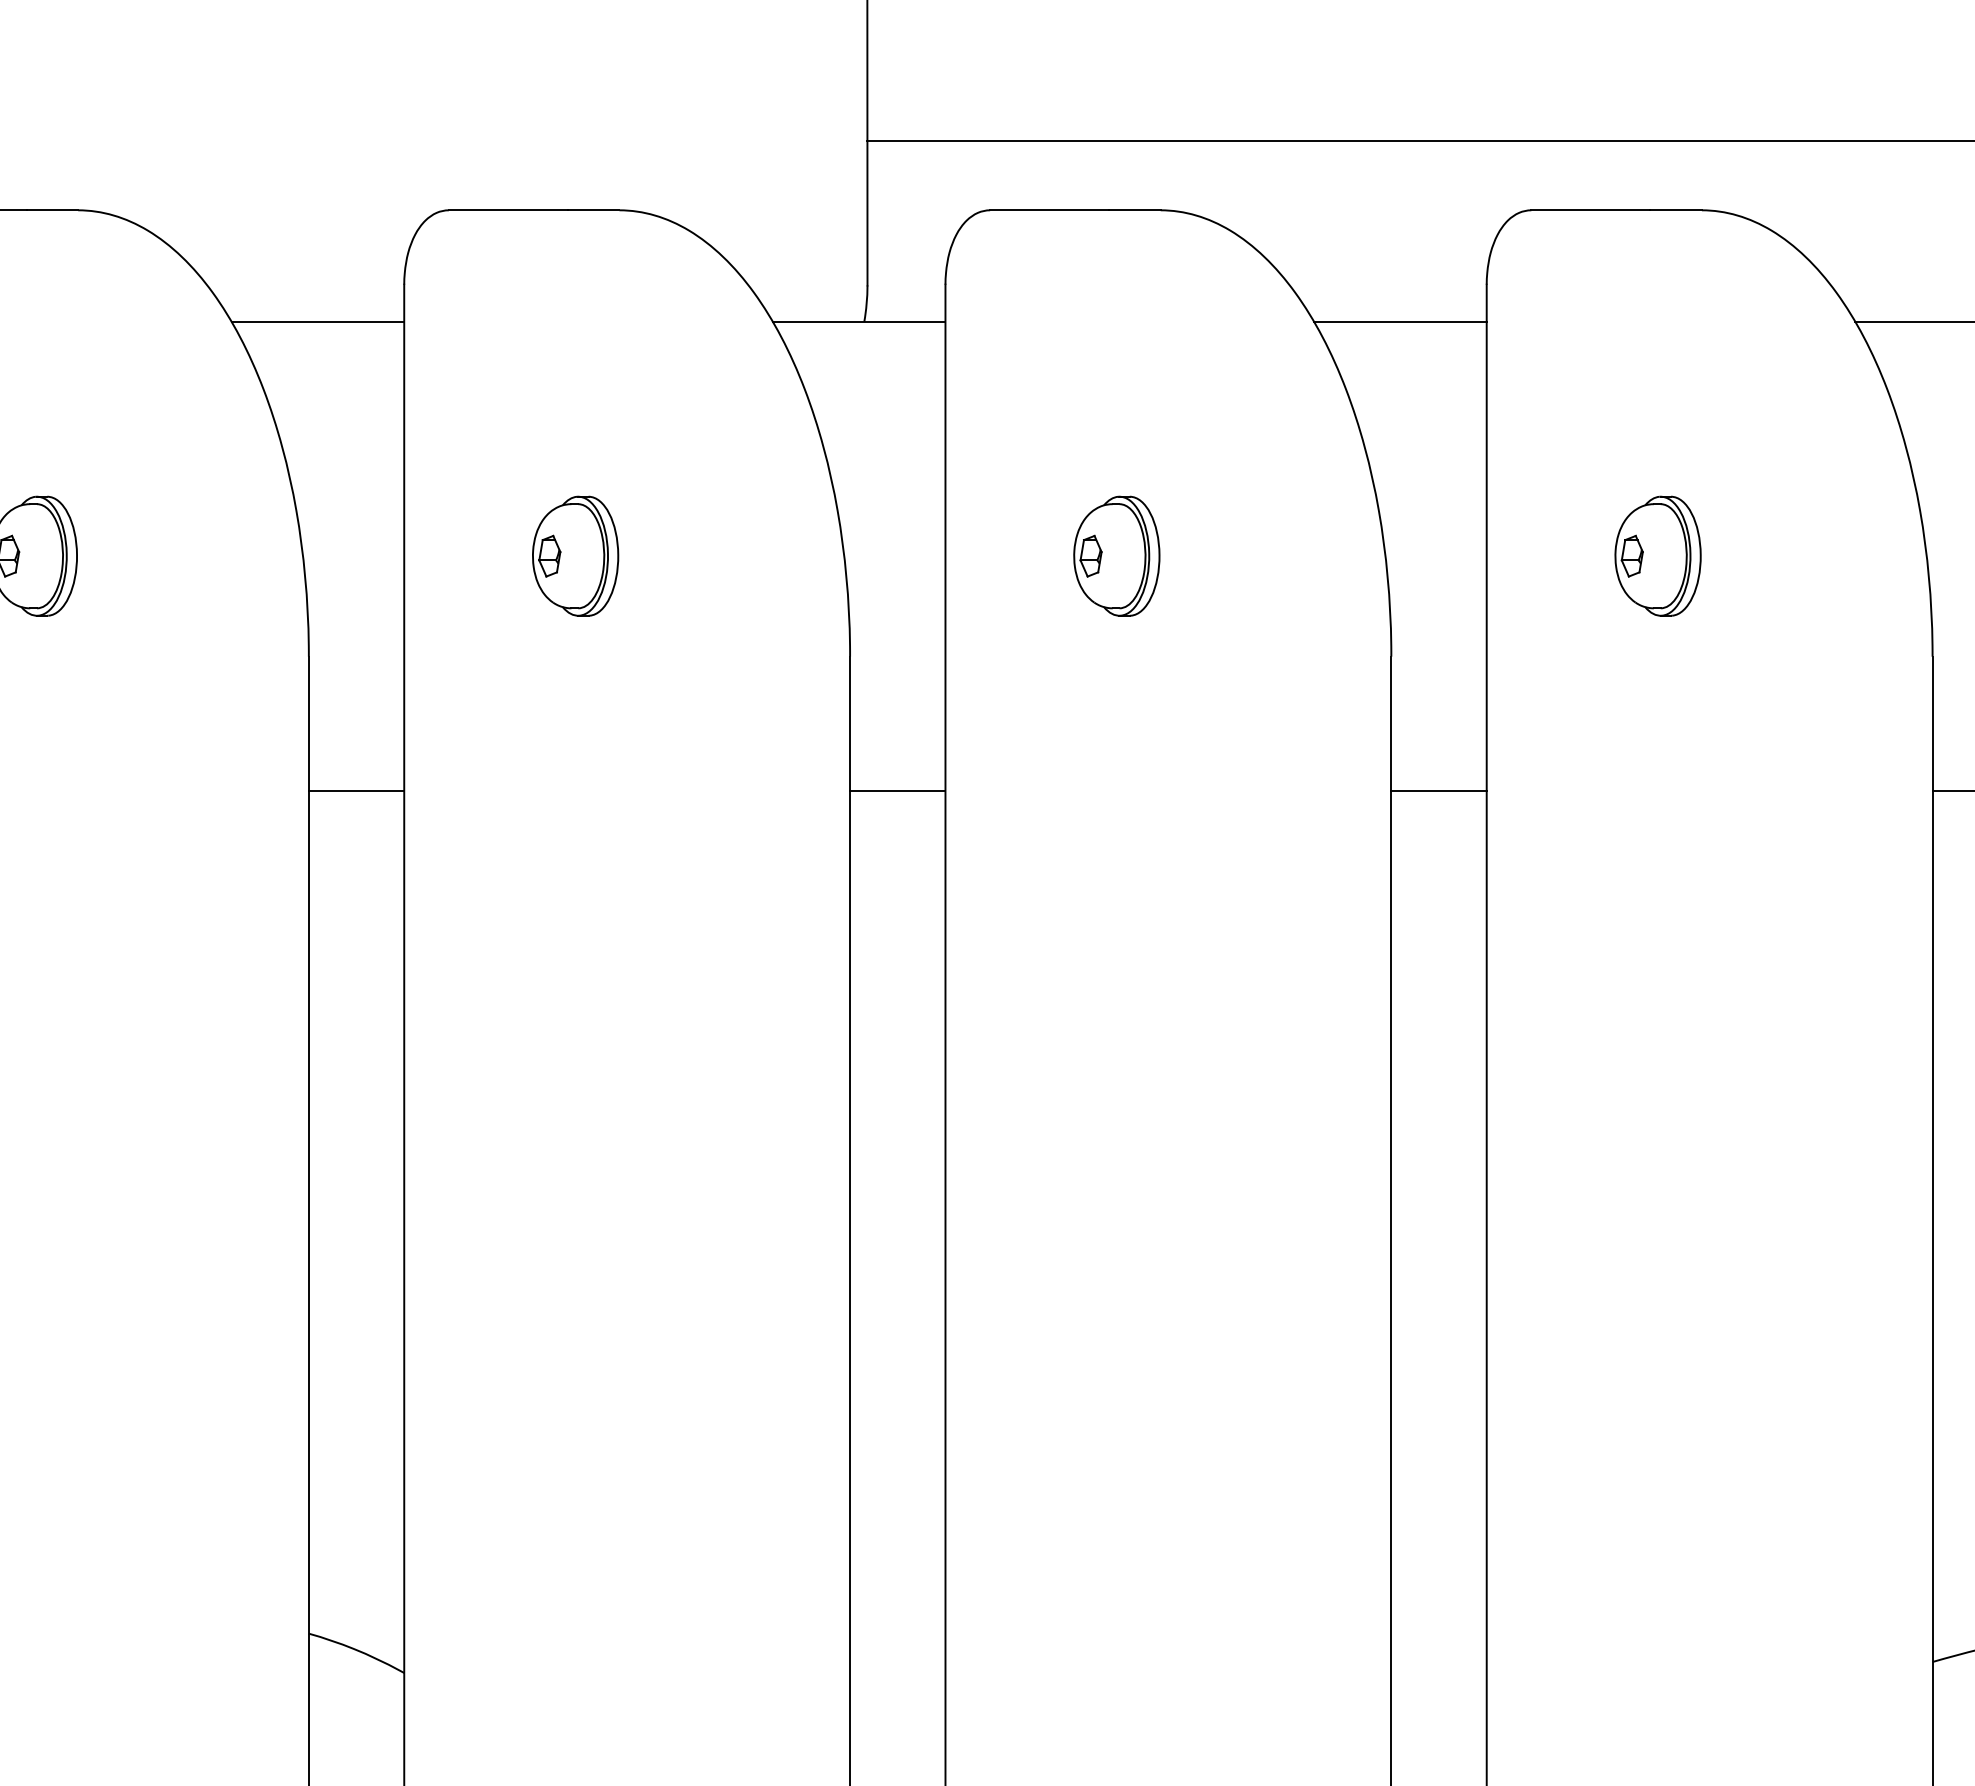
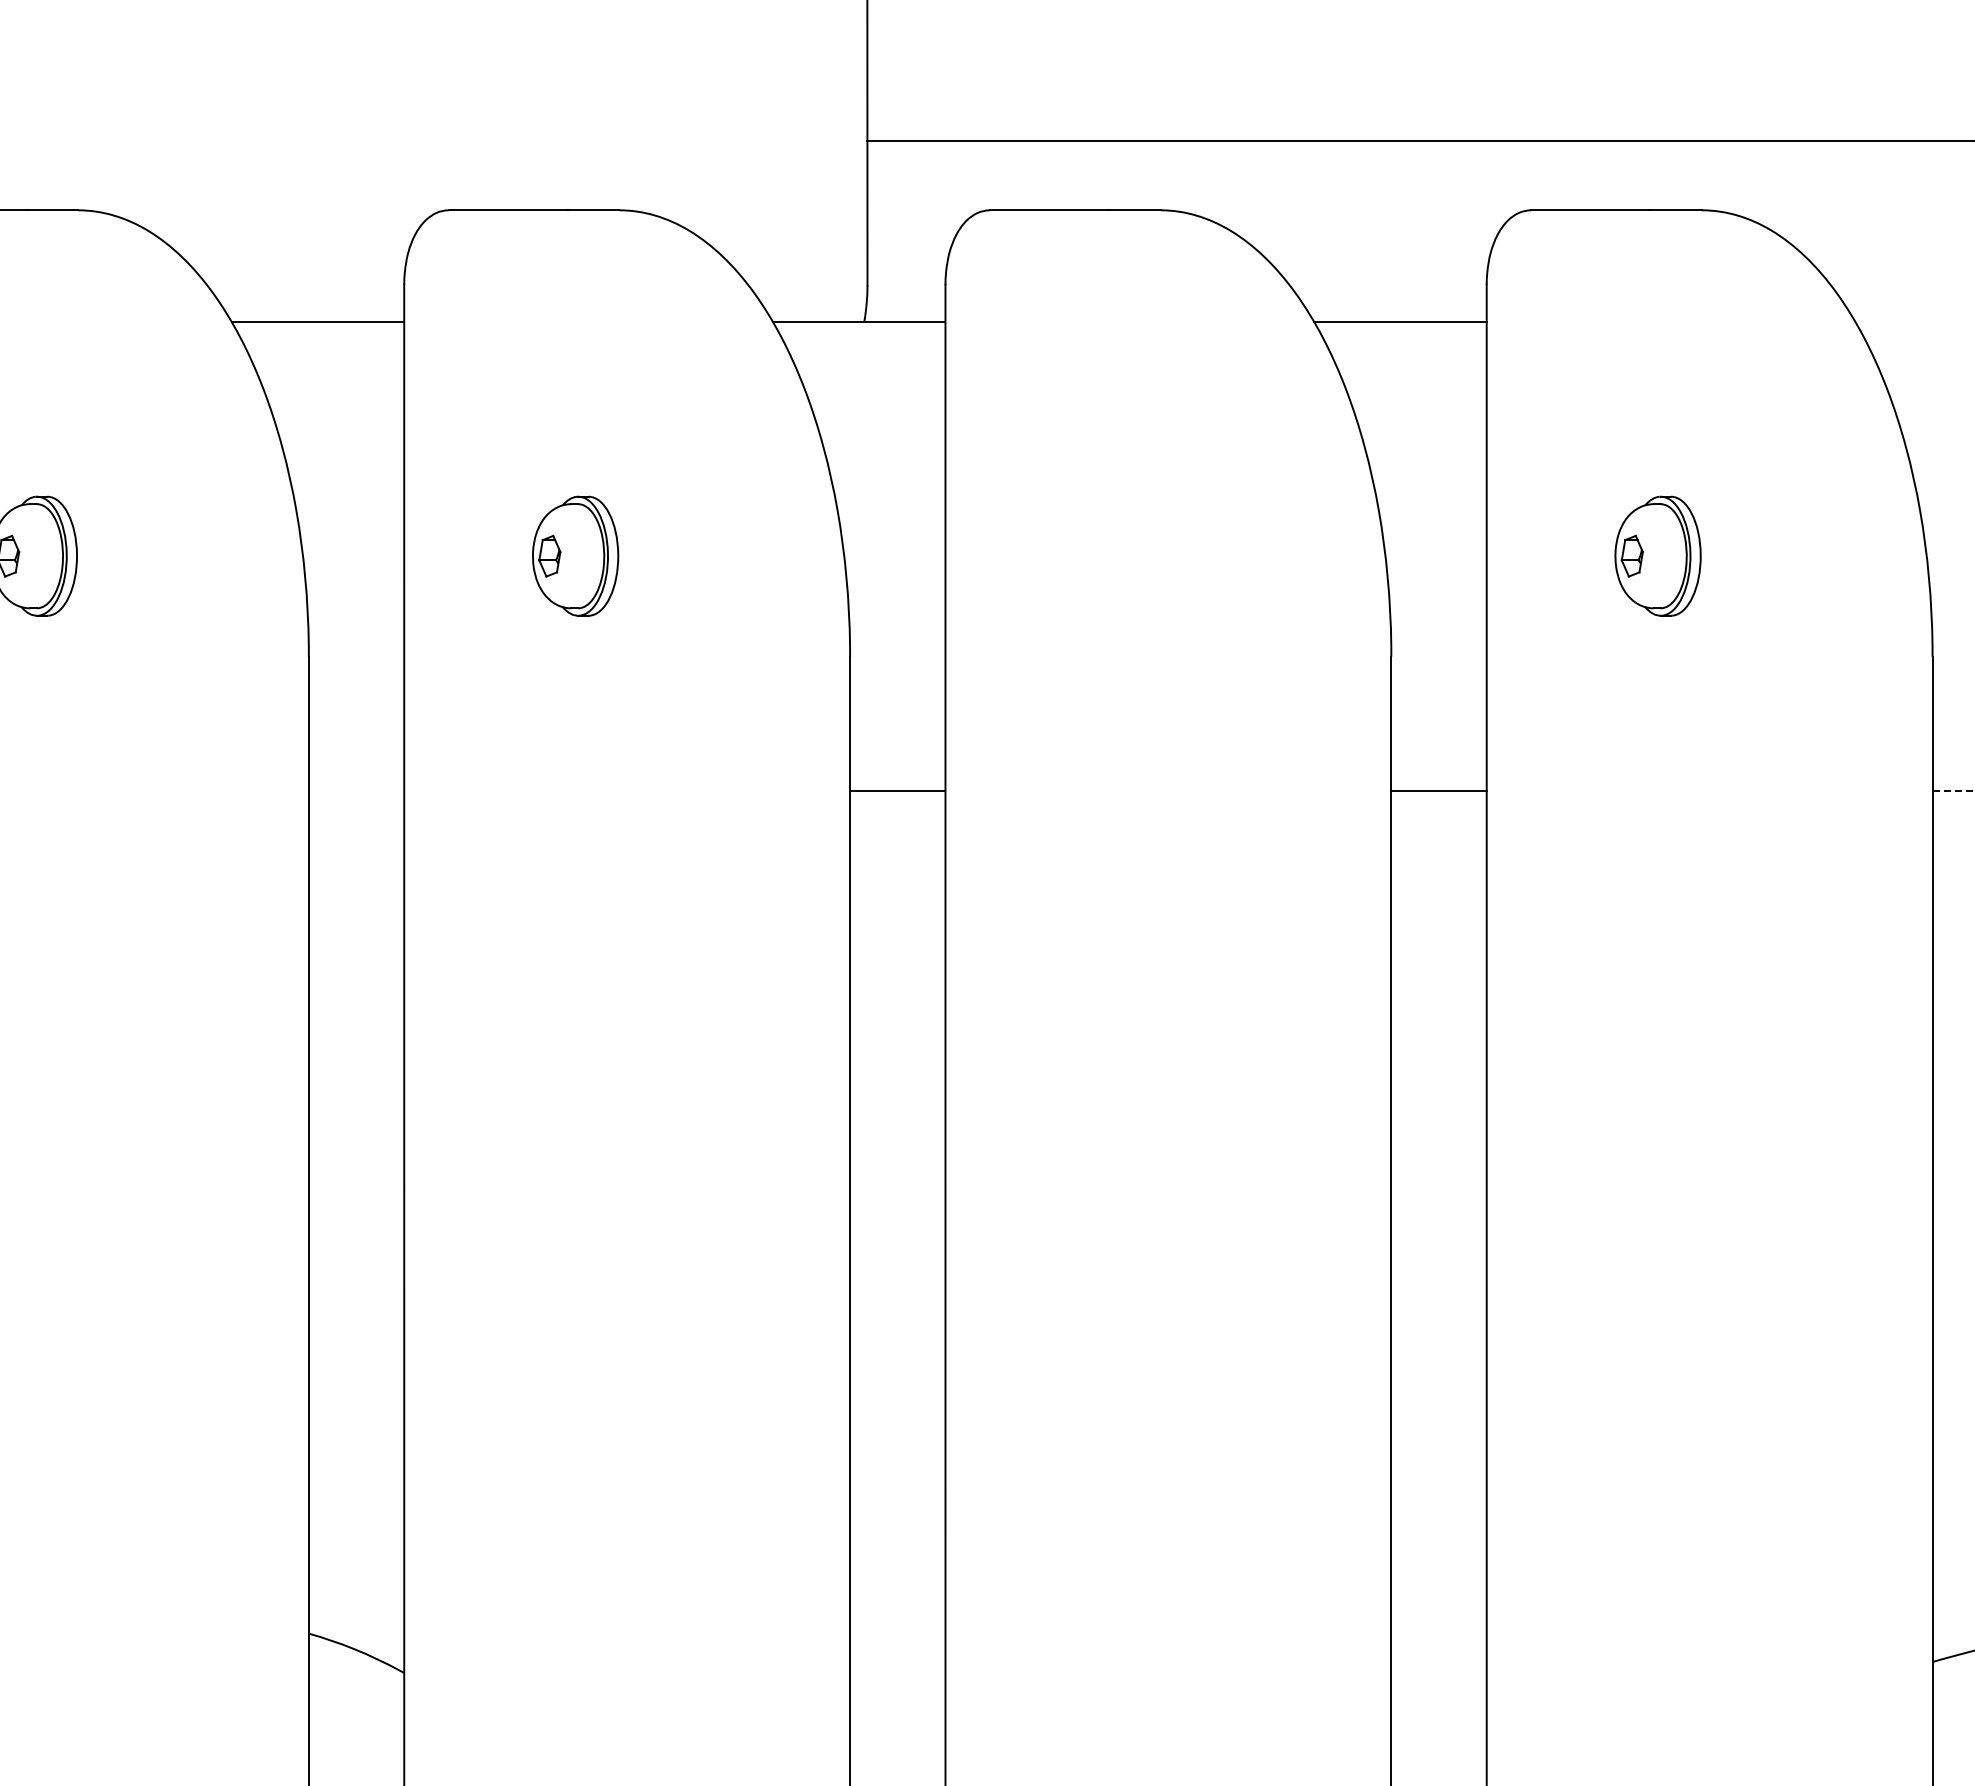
line at (1913, 321): present -> none
part at (1116, 555): present -> none
line at (356, 790): present -> none
line at (1953, 790): solid -> dashed
